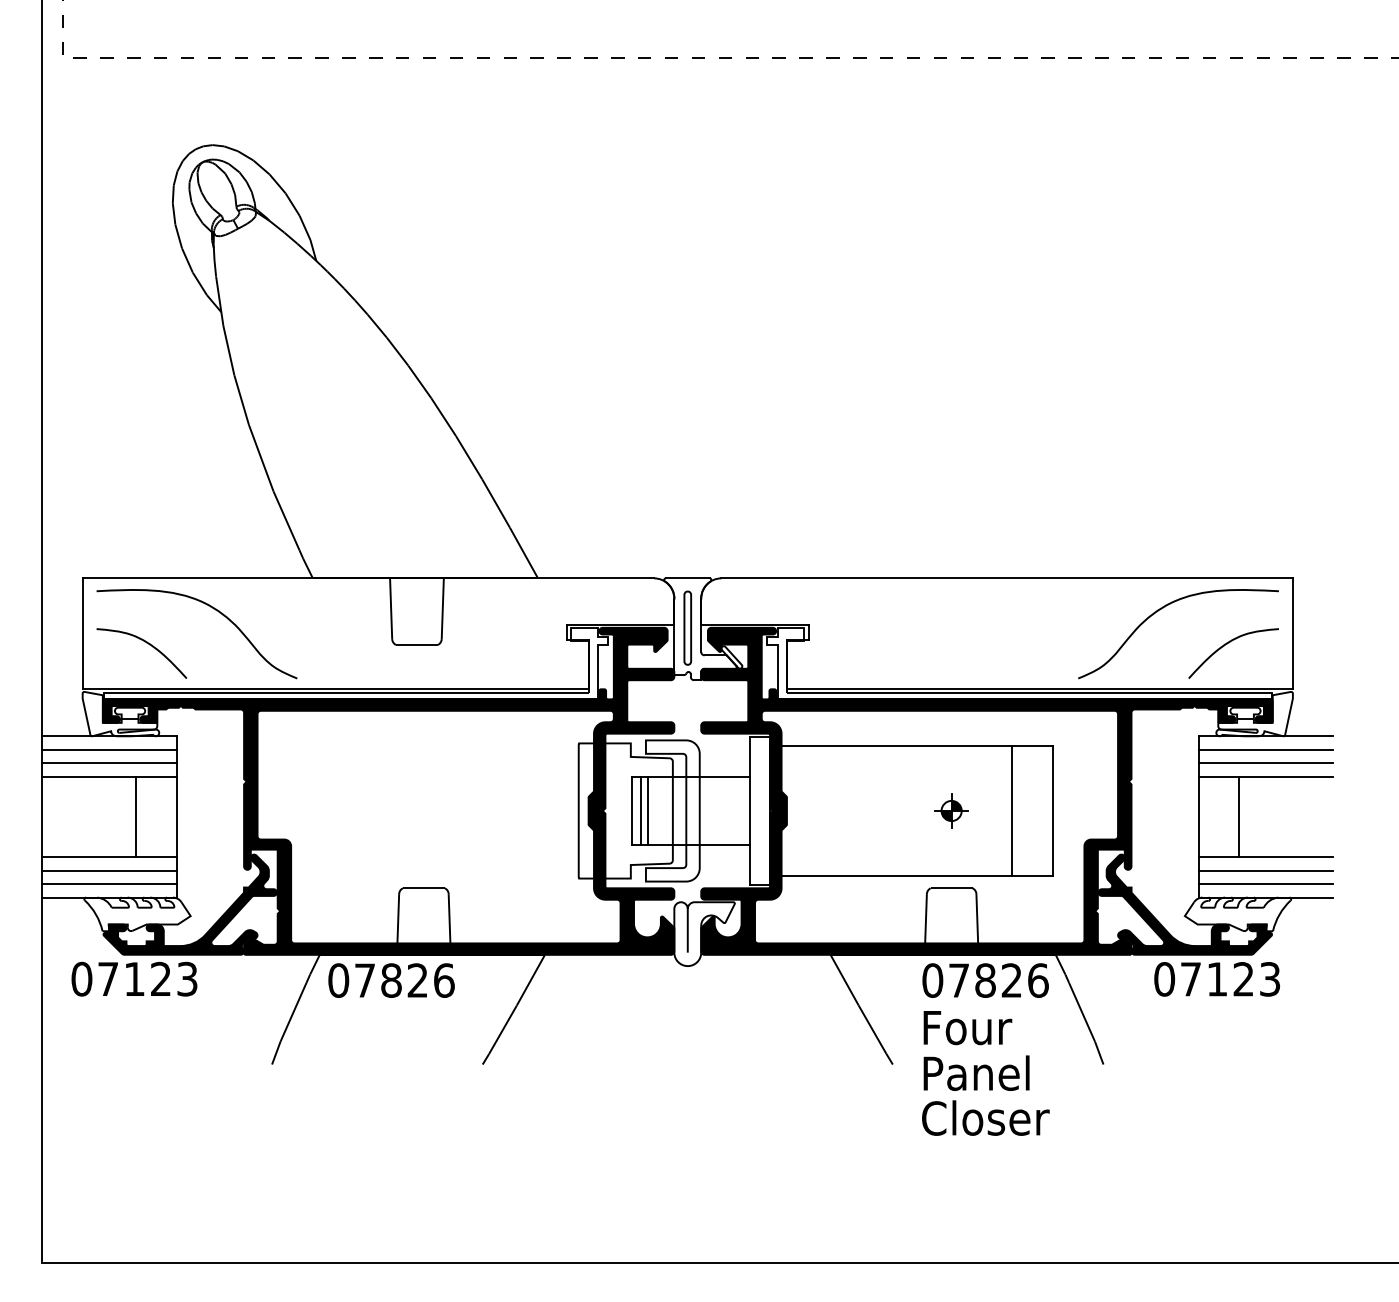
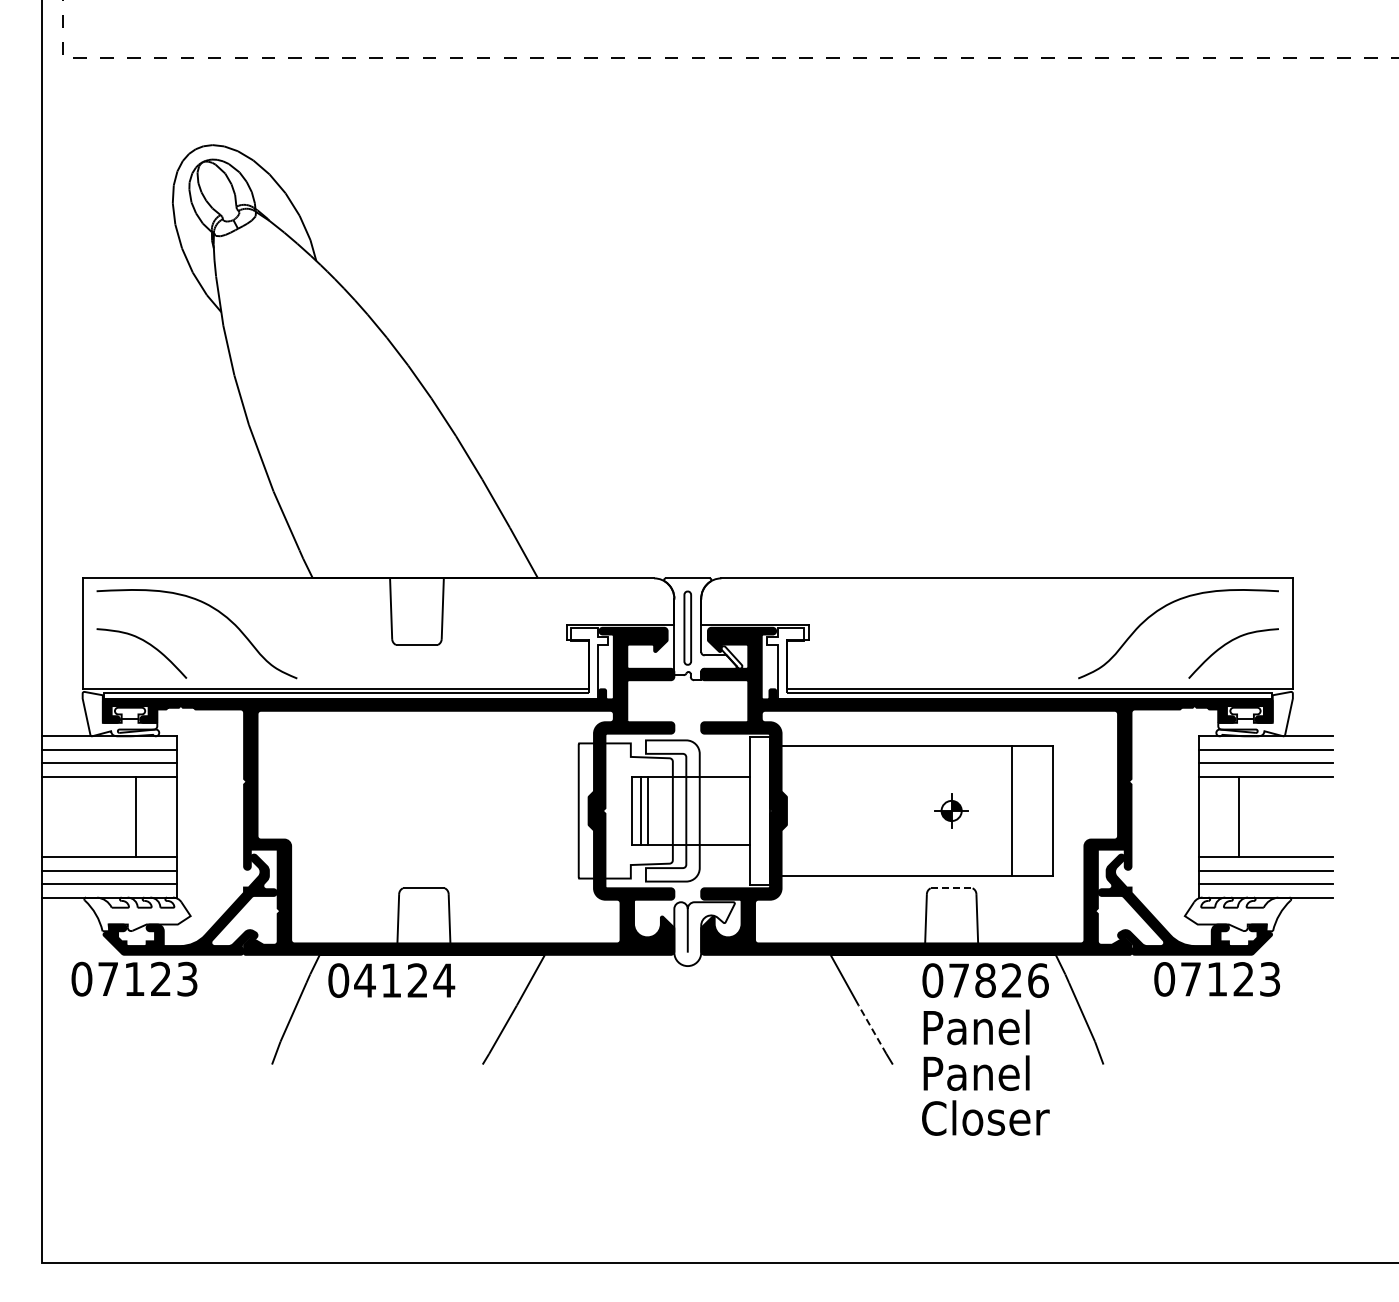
line at (951, 888): solid -> dashed
text at (404, 980): 07826 -> 04124
text at (978, 1027): Four -> Panel
line at (872, 1029): solid -> dashed
